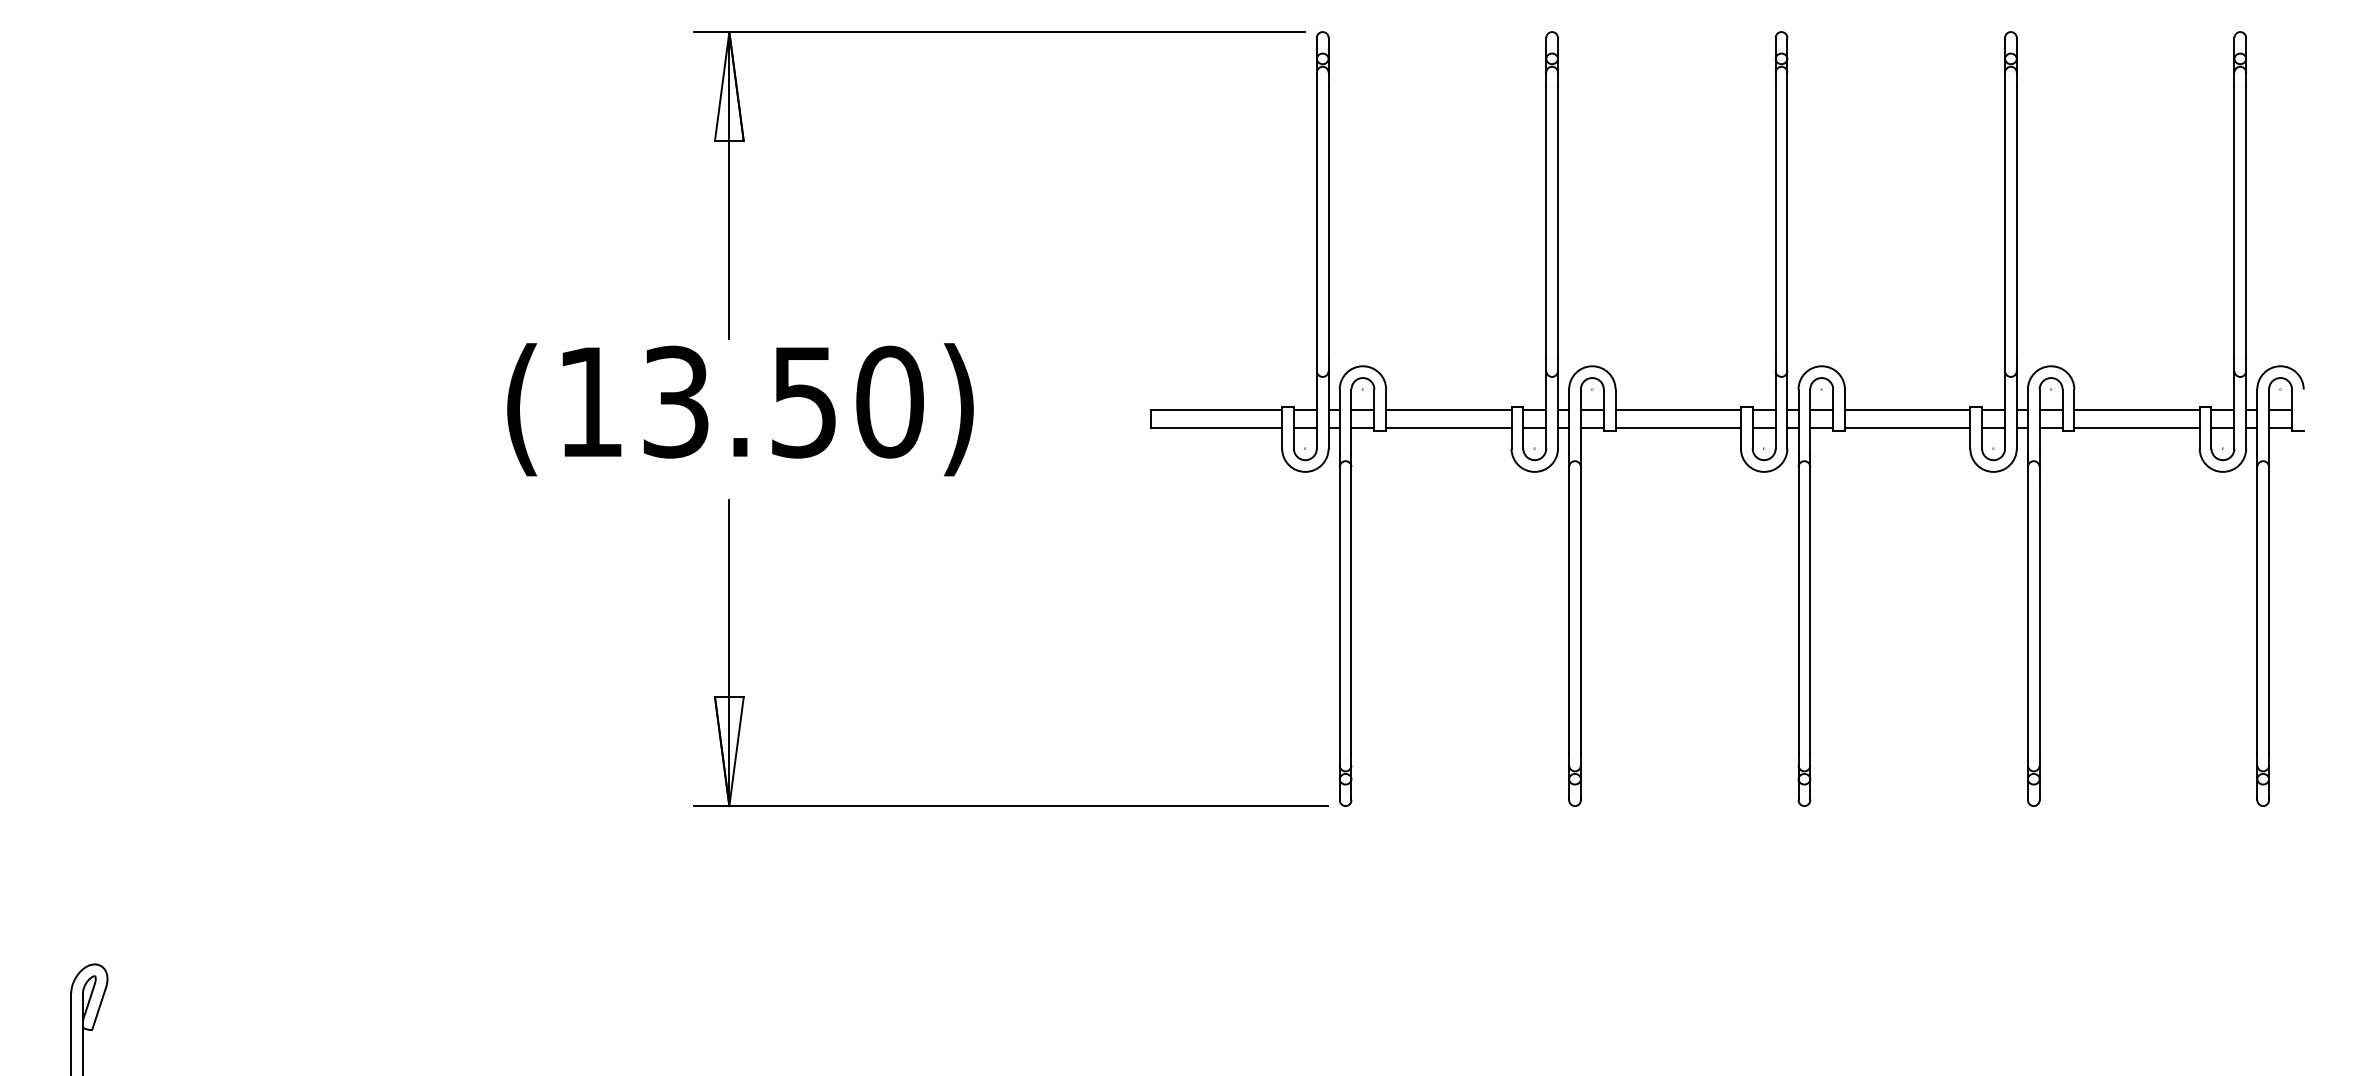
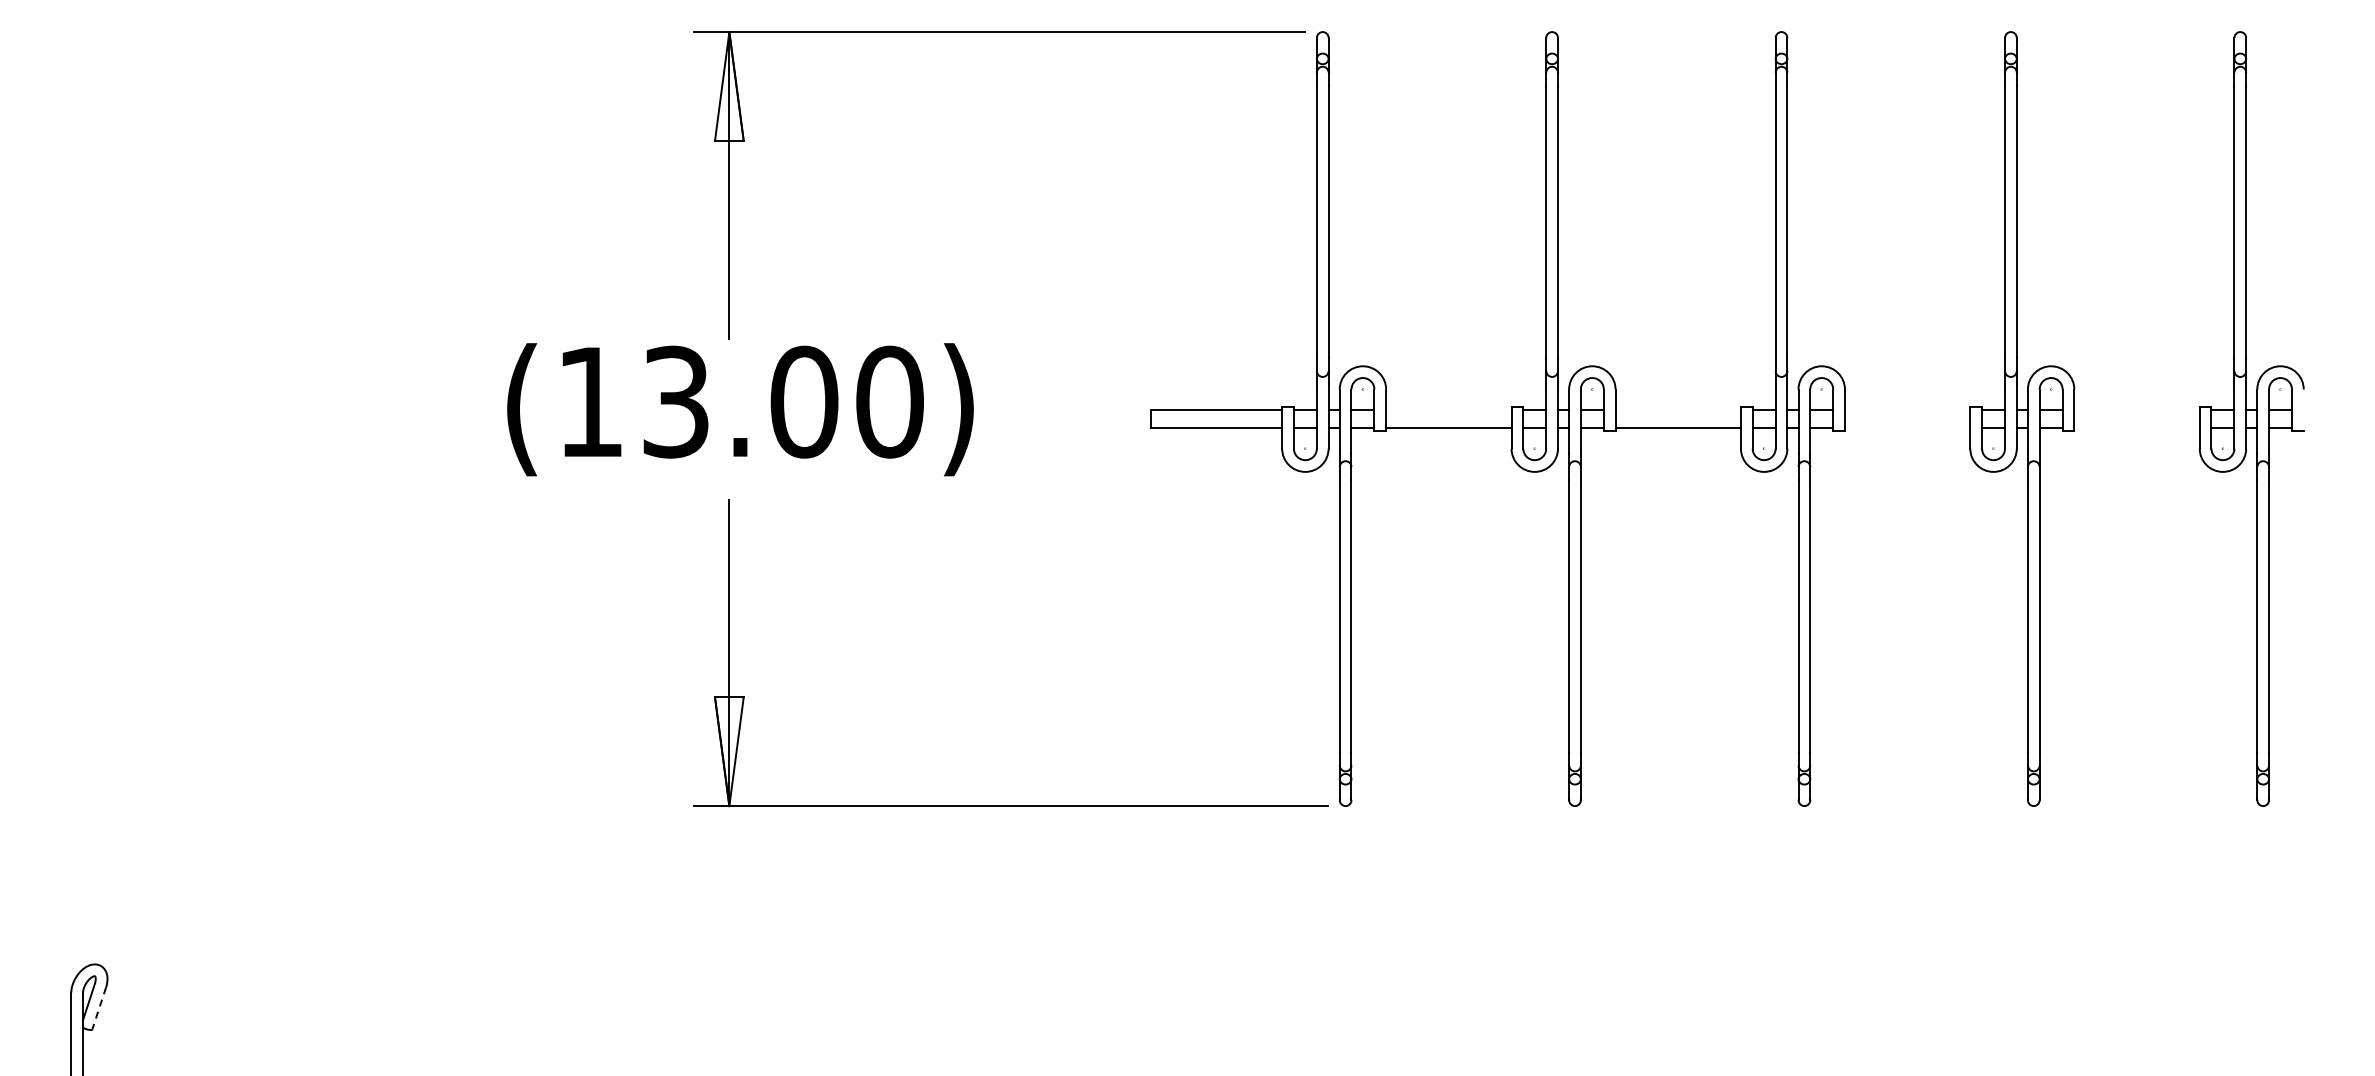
text at (804, 401): (13.50) -> (13.00)
line at (1448, 410): present -> none
line at (1677, 410): present -> none
line at (1907, 410): present -> none
line at (2136, 410): present -> none
line at (1907, 428): present -> none
line at (2136, 428): present -> none
line at (99, 1008): solid -> dashed
